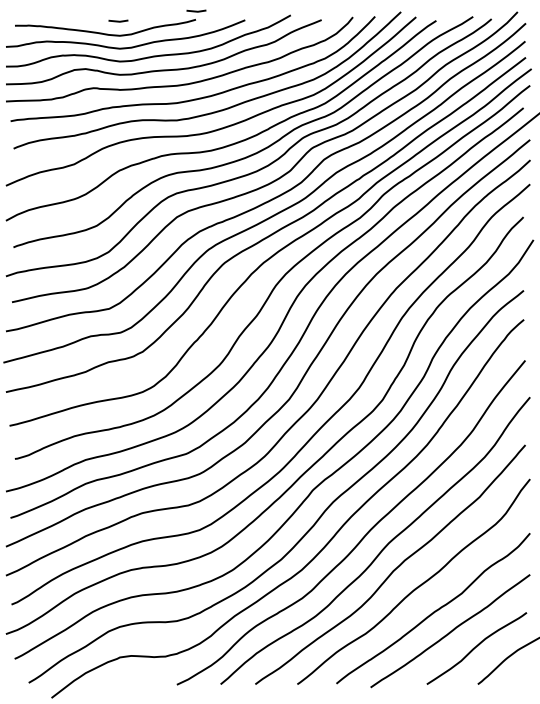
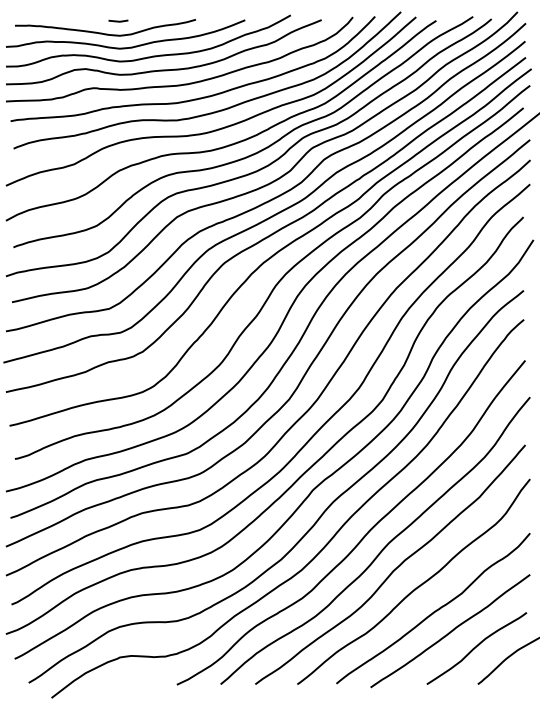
line at (196, 10): present -> none
